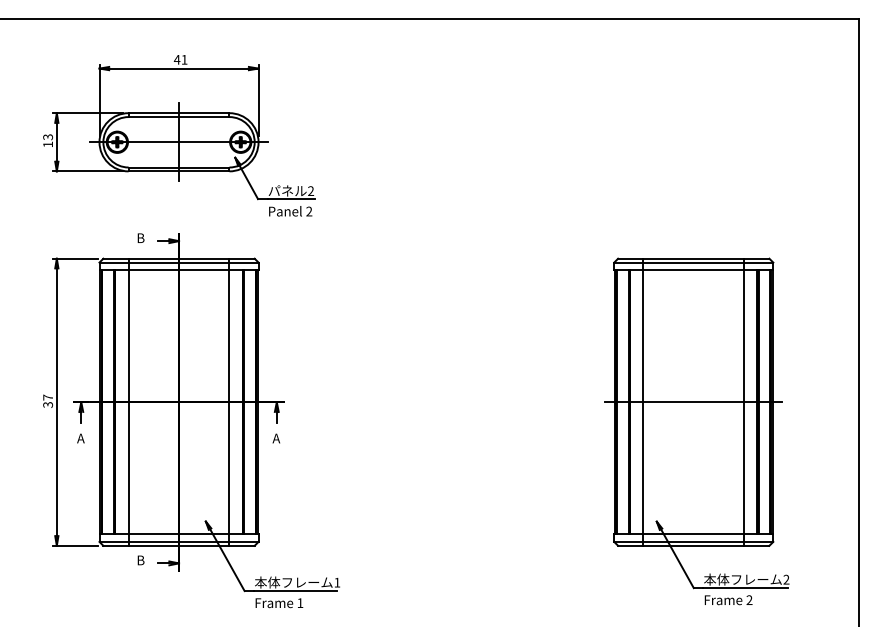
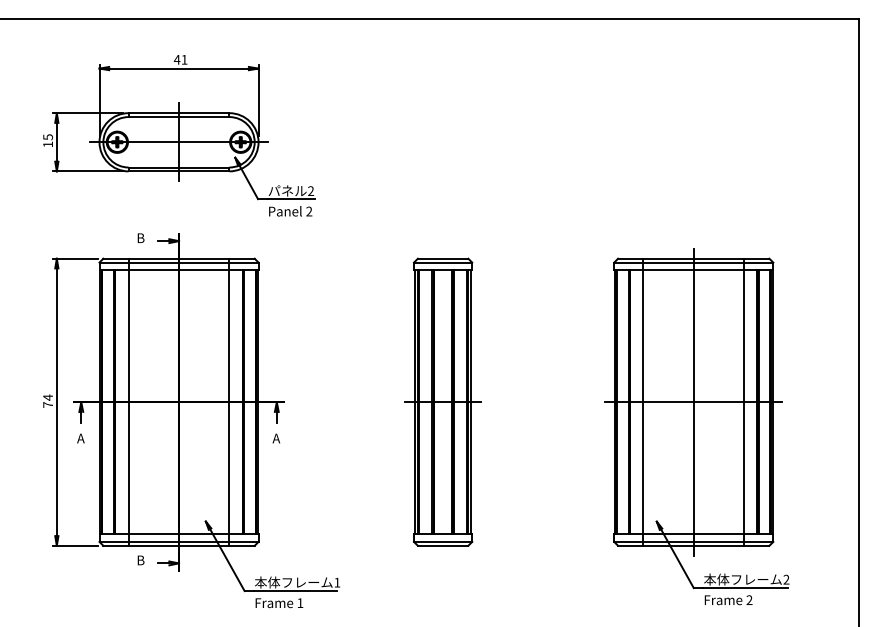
text at (47, 136): 13 -> 15
text at (48, 400): 37 -> 74
part at (442, 401): none -> present
line at (693, 402): none -> present
